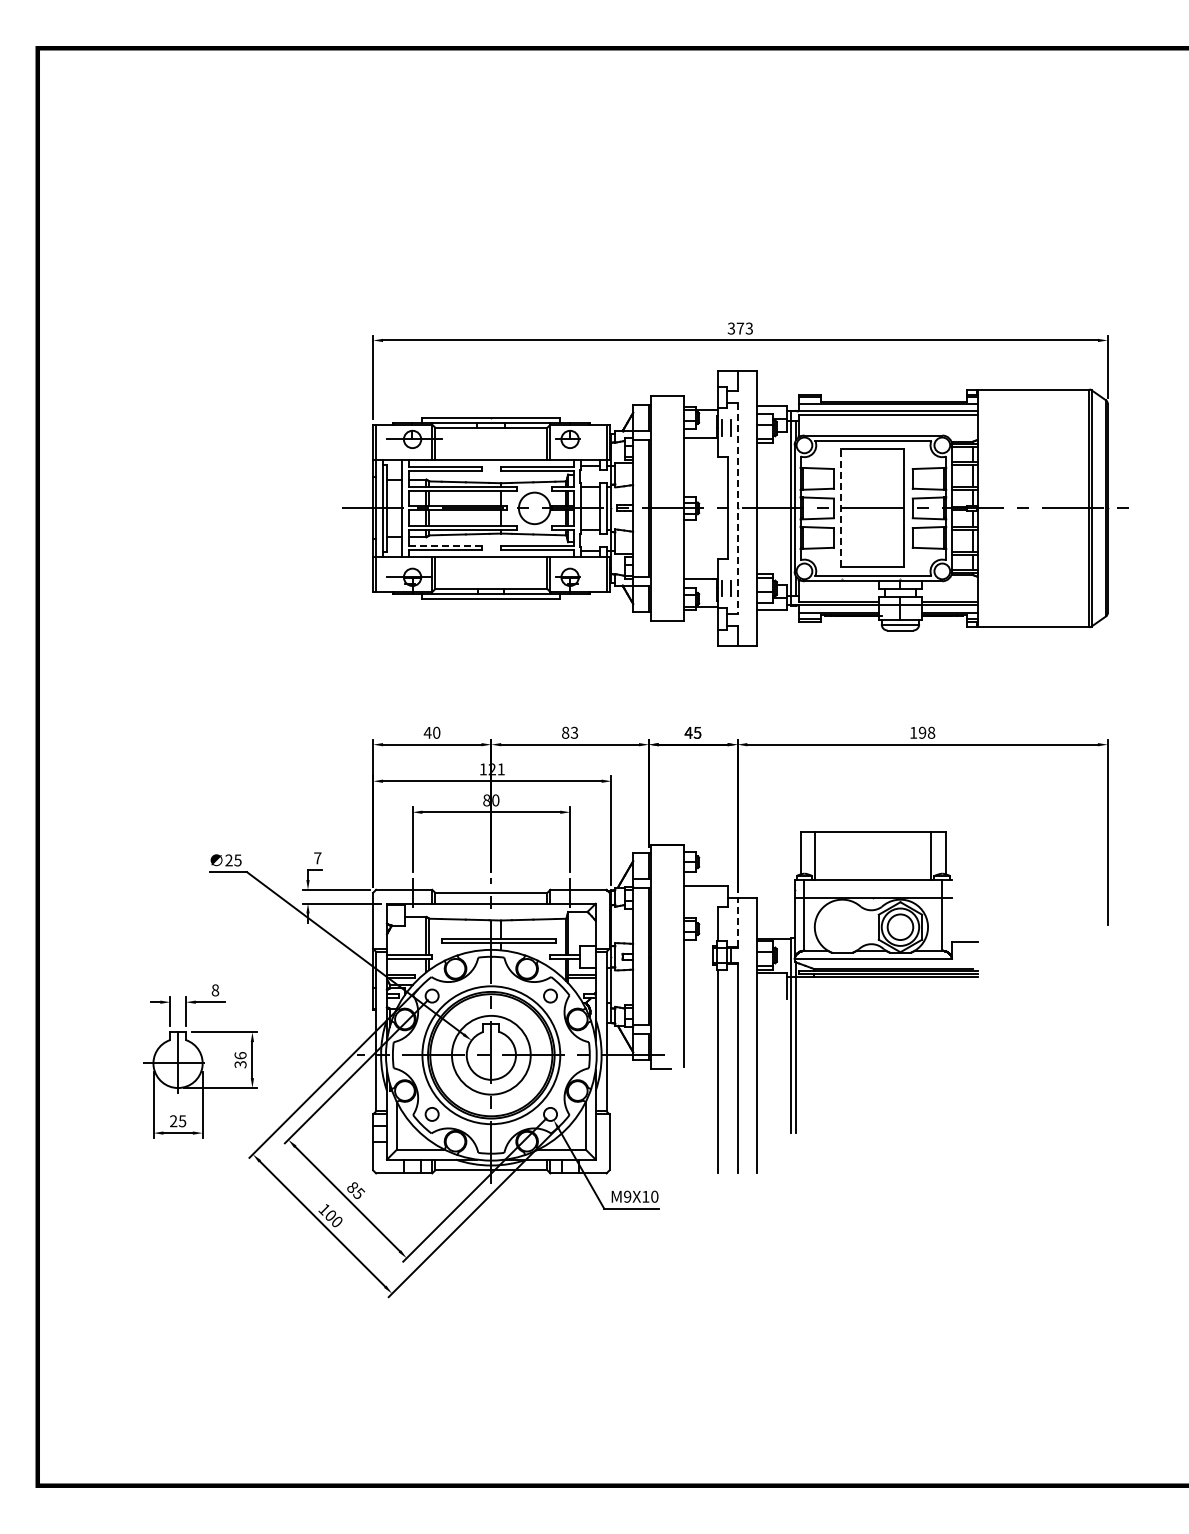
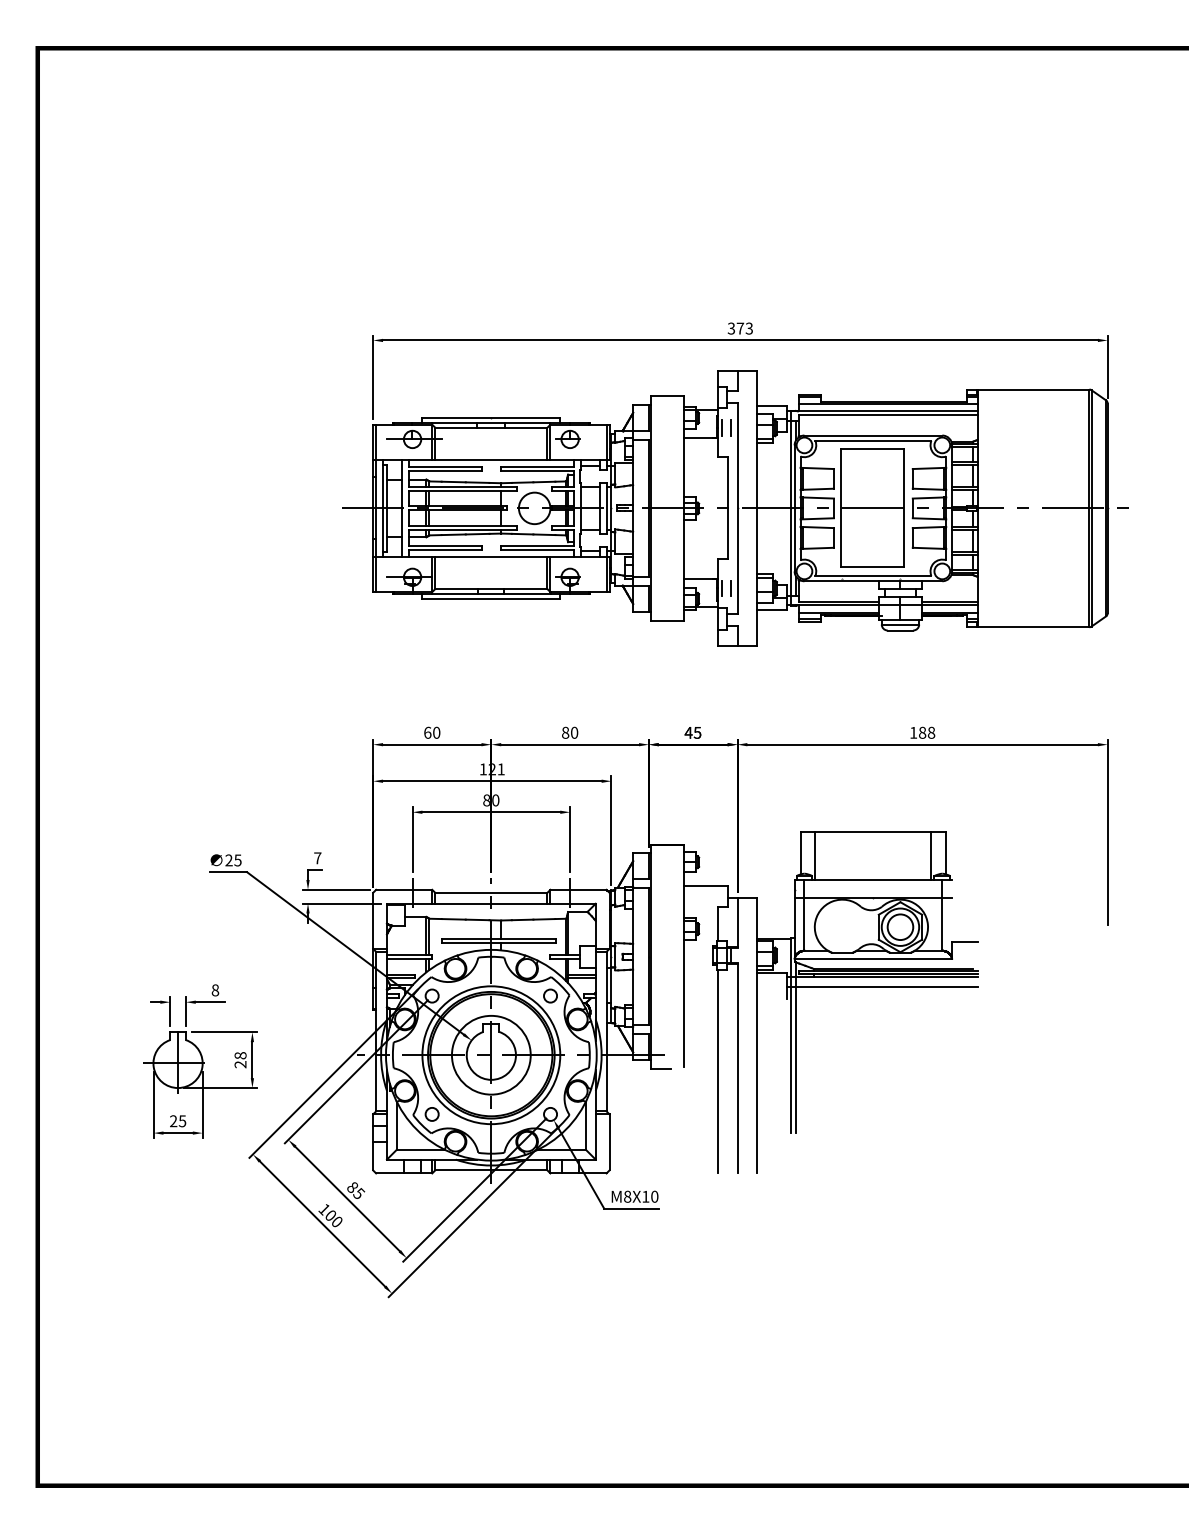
line at (840, 507): dashed -> solid
line at (737, 508): dashed -> solid
line at (445, 545): dashed -> solid
text at (427, 732): 40 -> 60
text at (574, 732): 83 -> 80
text at (922, 732): 198 -> 188
line at (737, 922): dashed -> solid
line at (881, 987): none -> present
text at (240, 1060): 36 -> 28
text at (627, 1196): M9X10 -> M8X10
